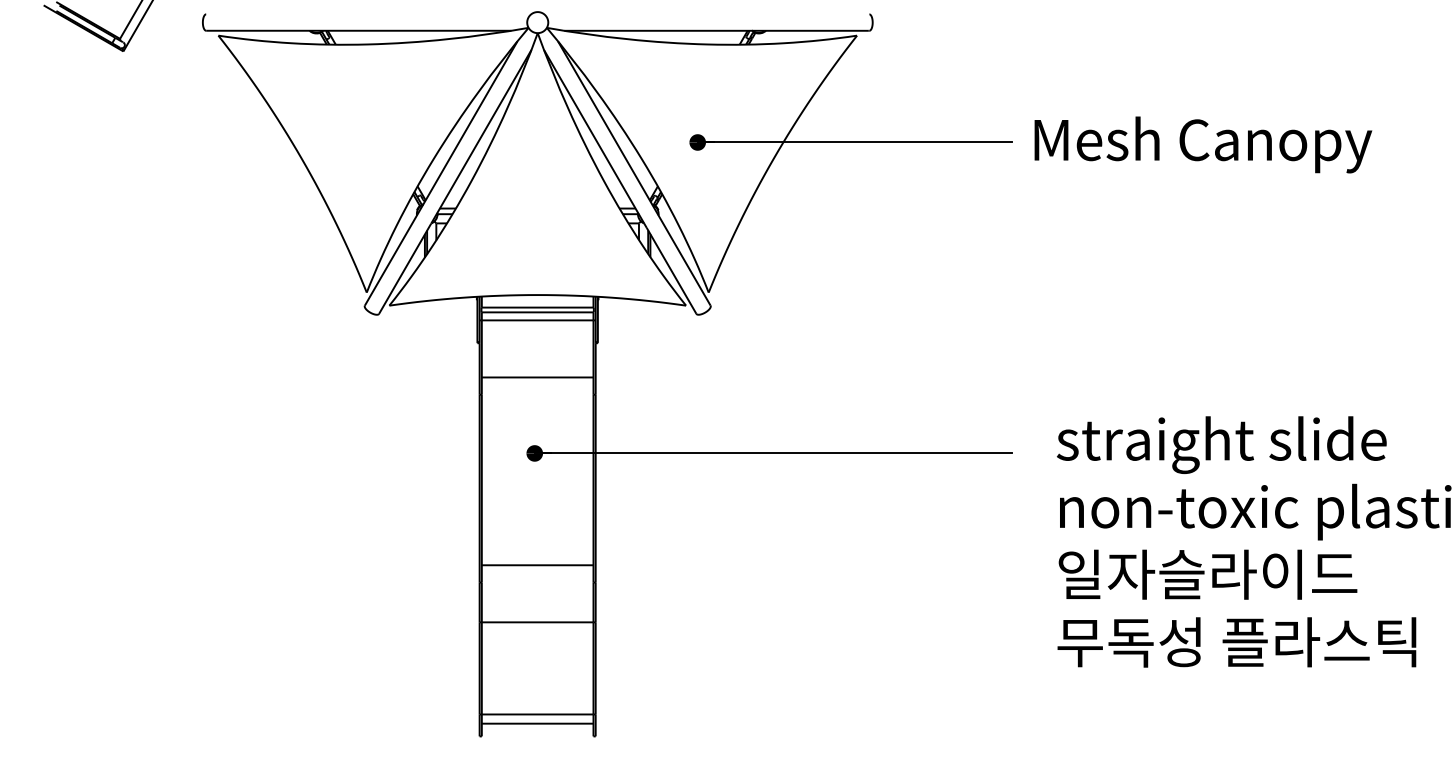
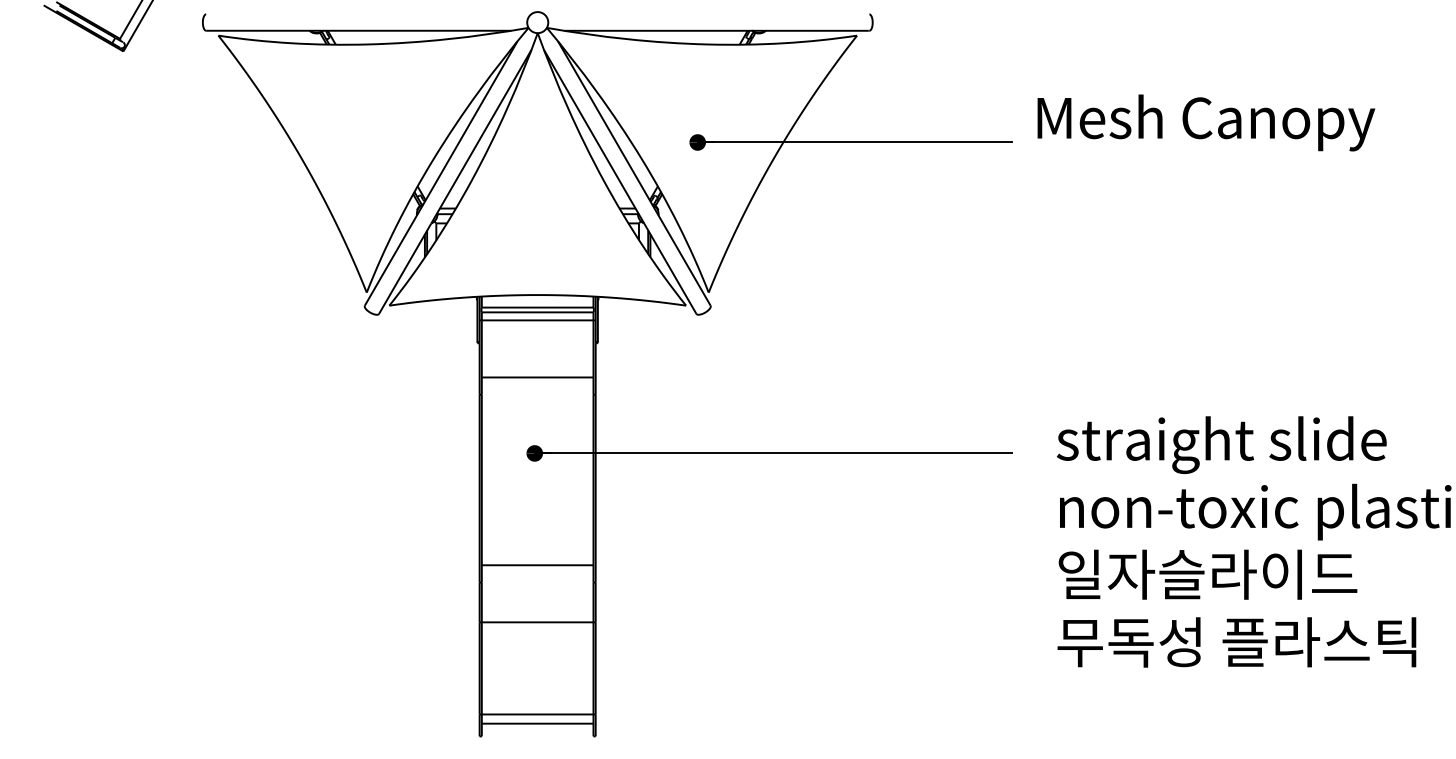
text at (1203, 144) position: (1203, 144) -> (1206, 122)
